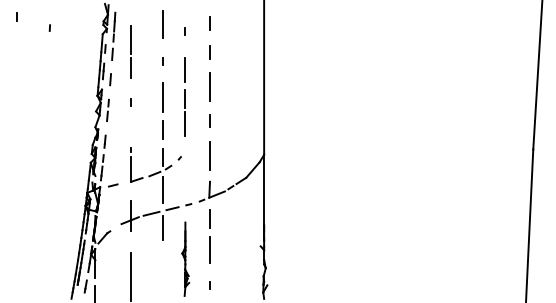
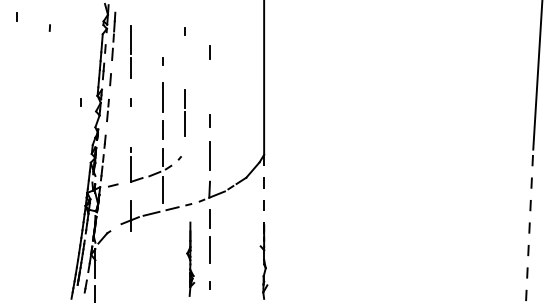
line at (209, 23): present -> none
line at (162, 24): present -> none
line at (185, 69): present -> none
line at (210, 86): present -> none
line at (80, 102): none -> present
line at (264, 196): solid -> dashed
line at (529, 226): solid -> dashed
line at (162, 228): present -> none
part at (185, 258) position: (185, 258) -> (190, 258)
line at (131, 276): present -> none
